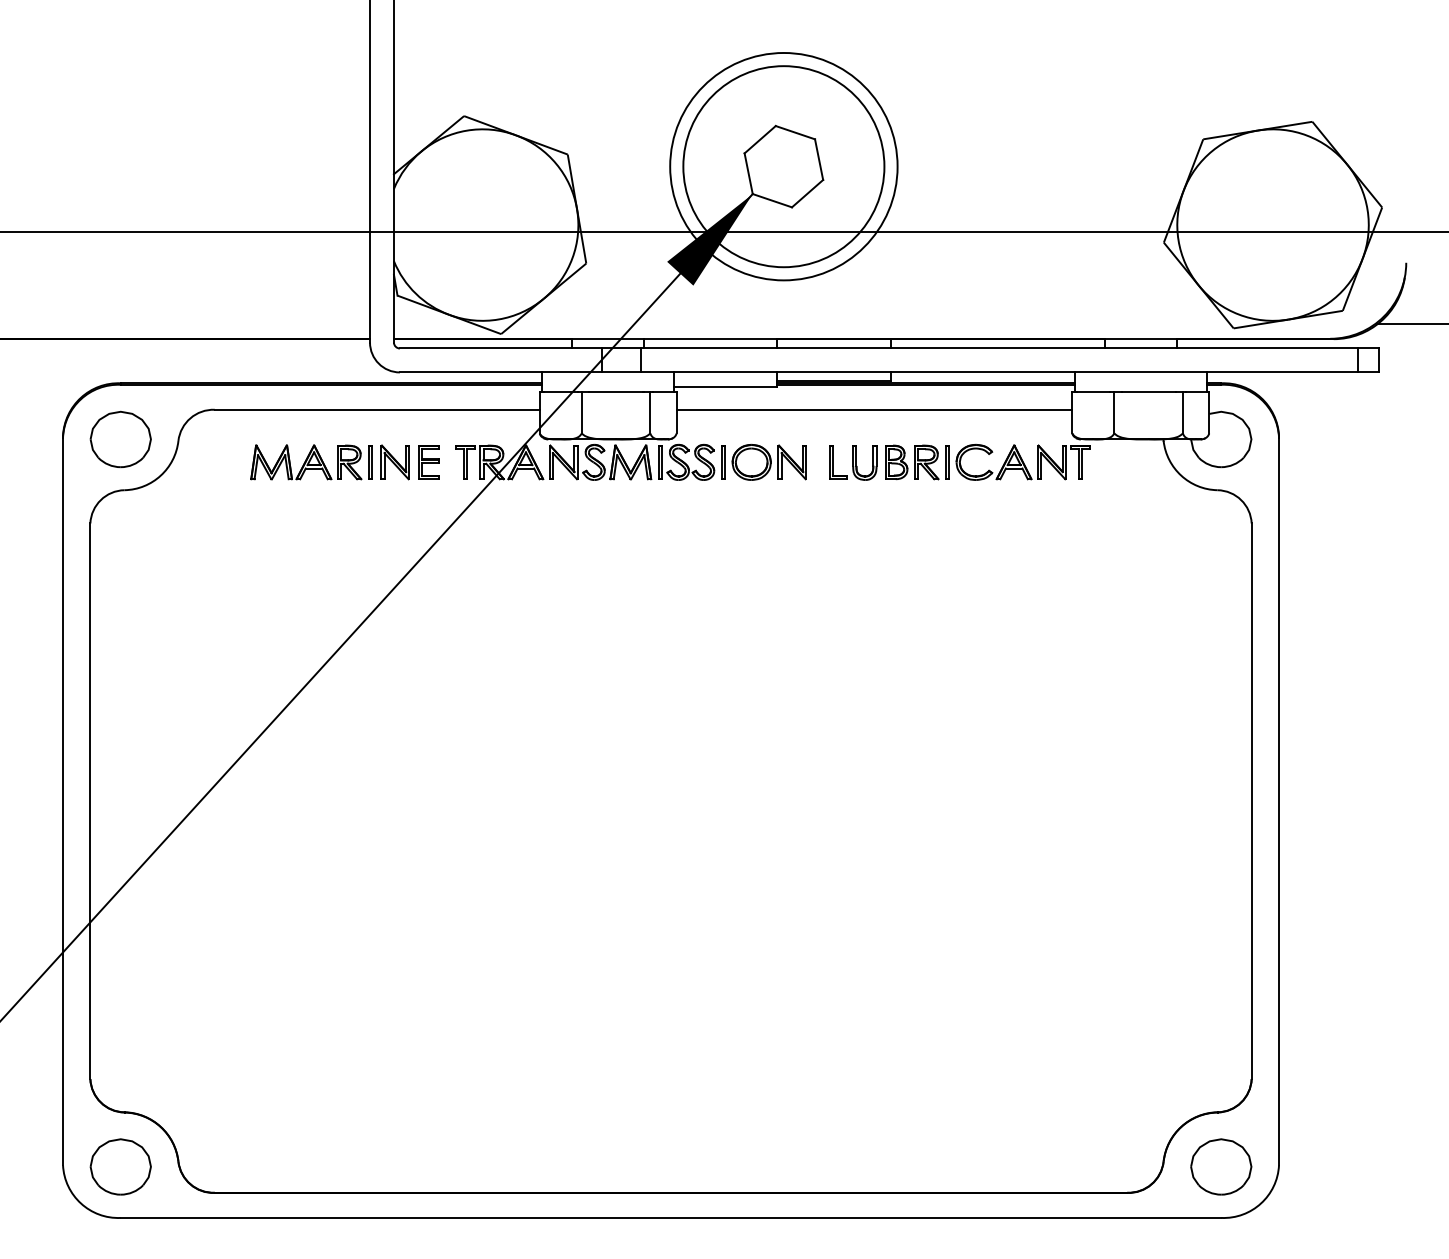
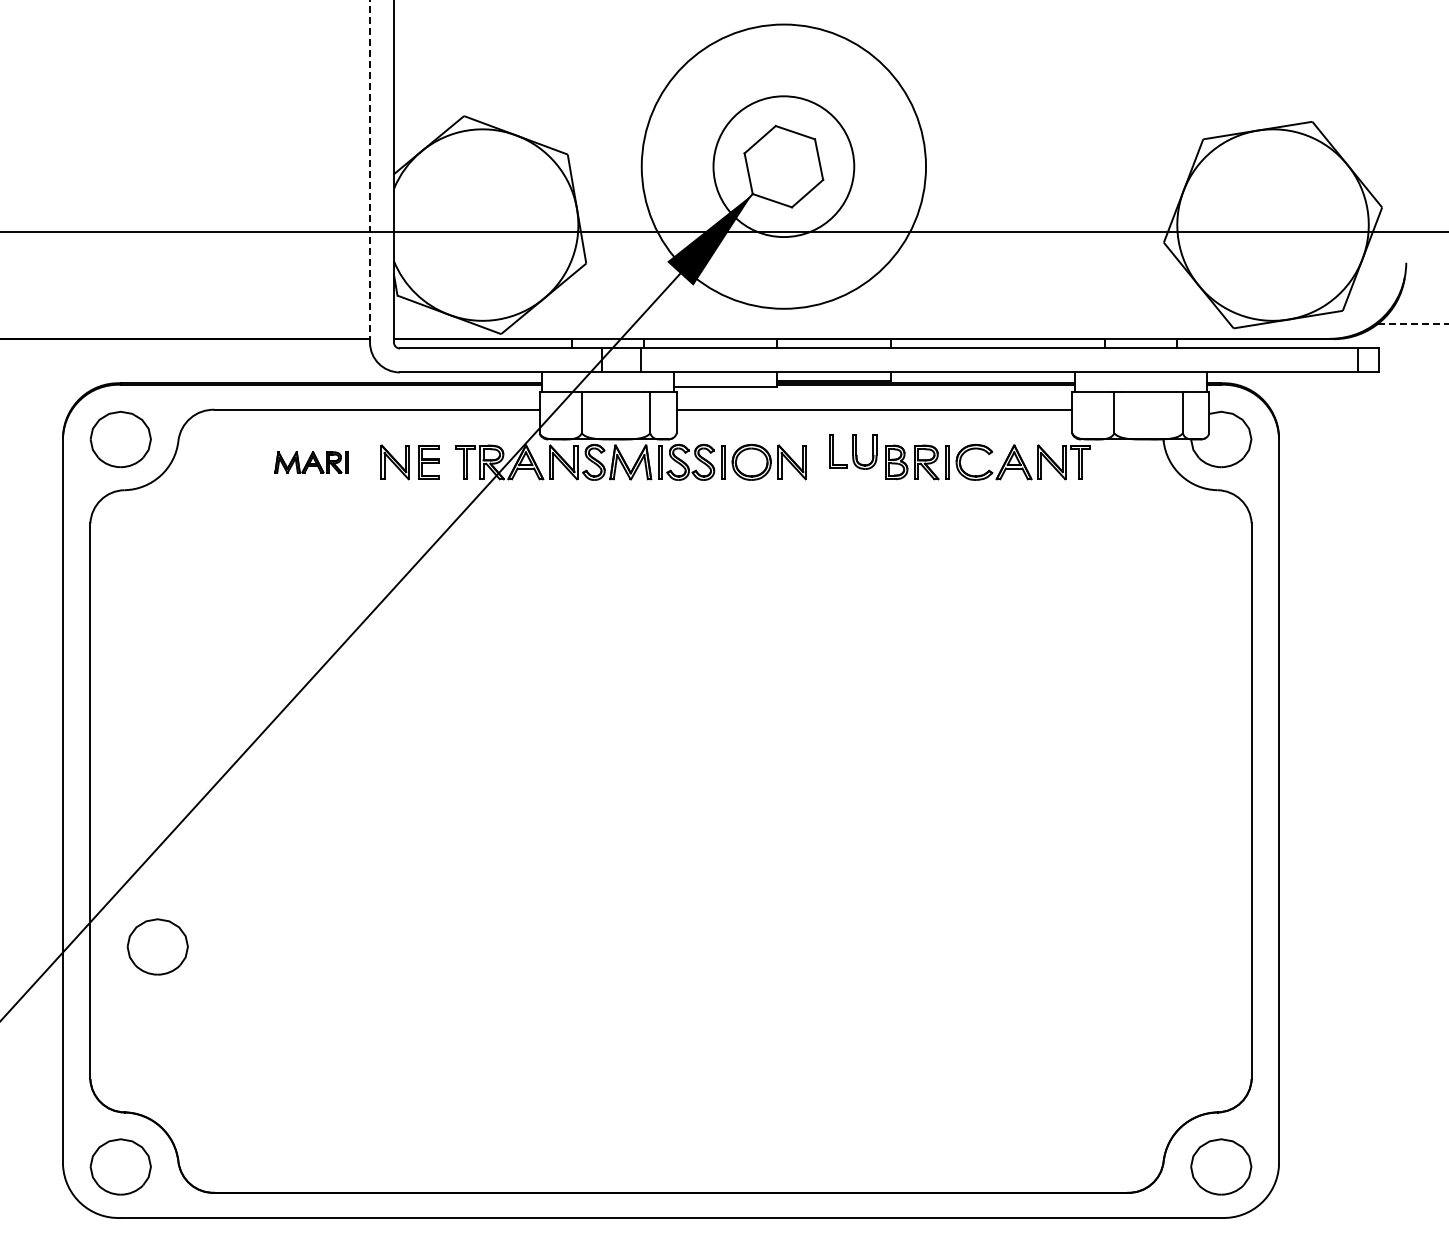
circle at (783, 166) diameter: 201 px -> 141 px
circle at (783, 166) diameter: 227 px -> 284 px
line at (370, 171): solid -> dashed
line at (1413, 323): solid -> dashed
part at (311, 462) size: 123x37 px -> 75x23 px
part at (853, 462) position: (853, 462) -> (853, 451)
part at (157, 946): none -> present
